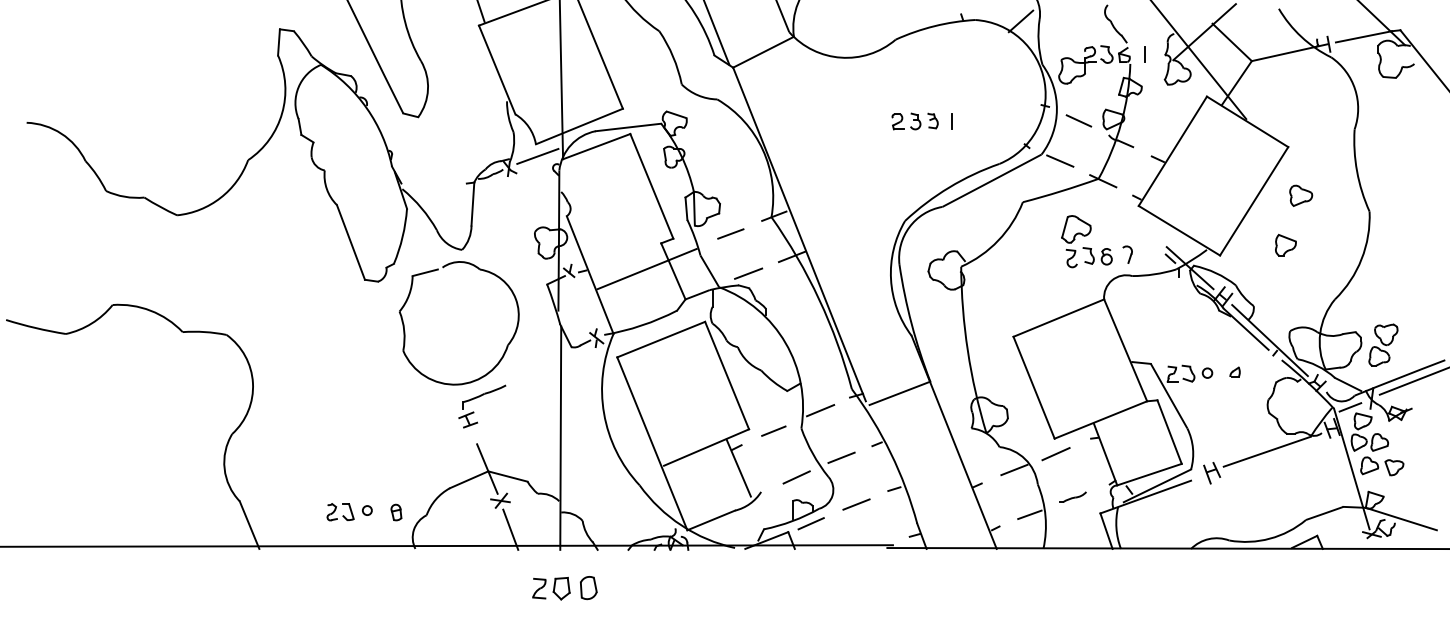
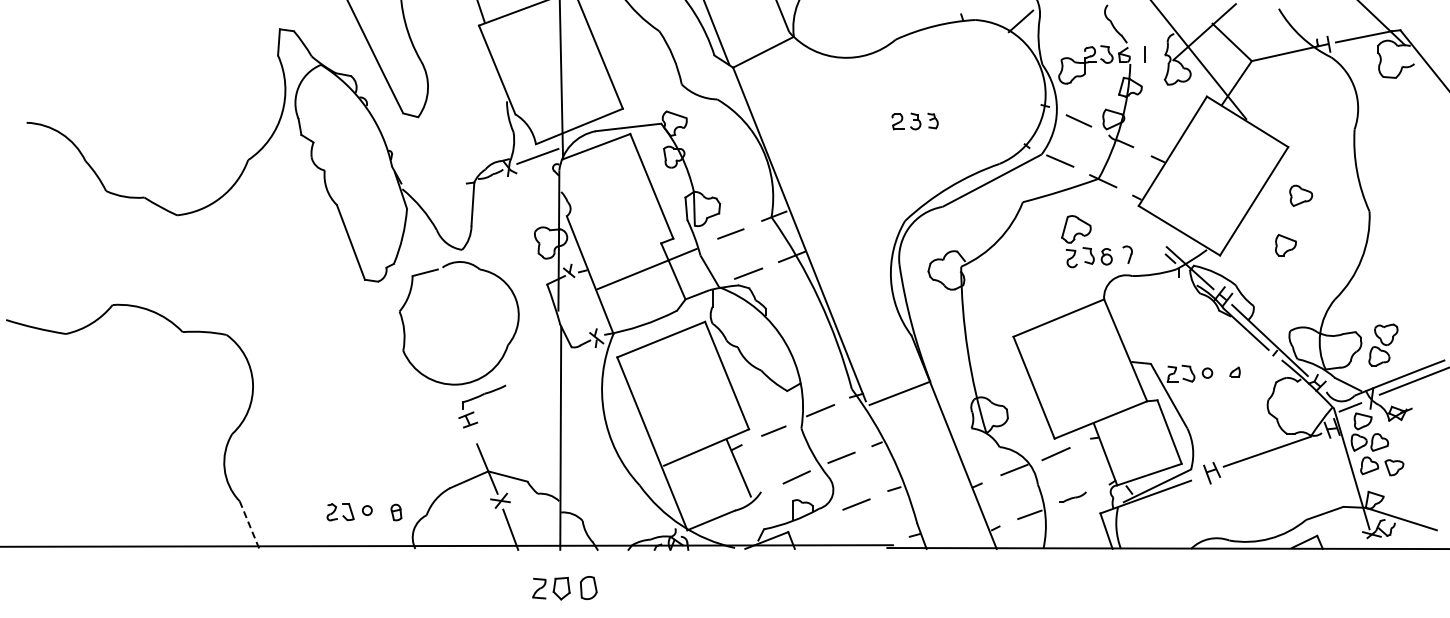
line at (951, 121): present -> none
line at (810, 523): present -> none
line at (249, 525): solid -> dashed
